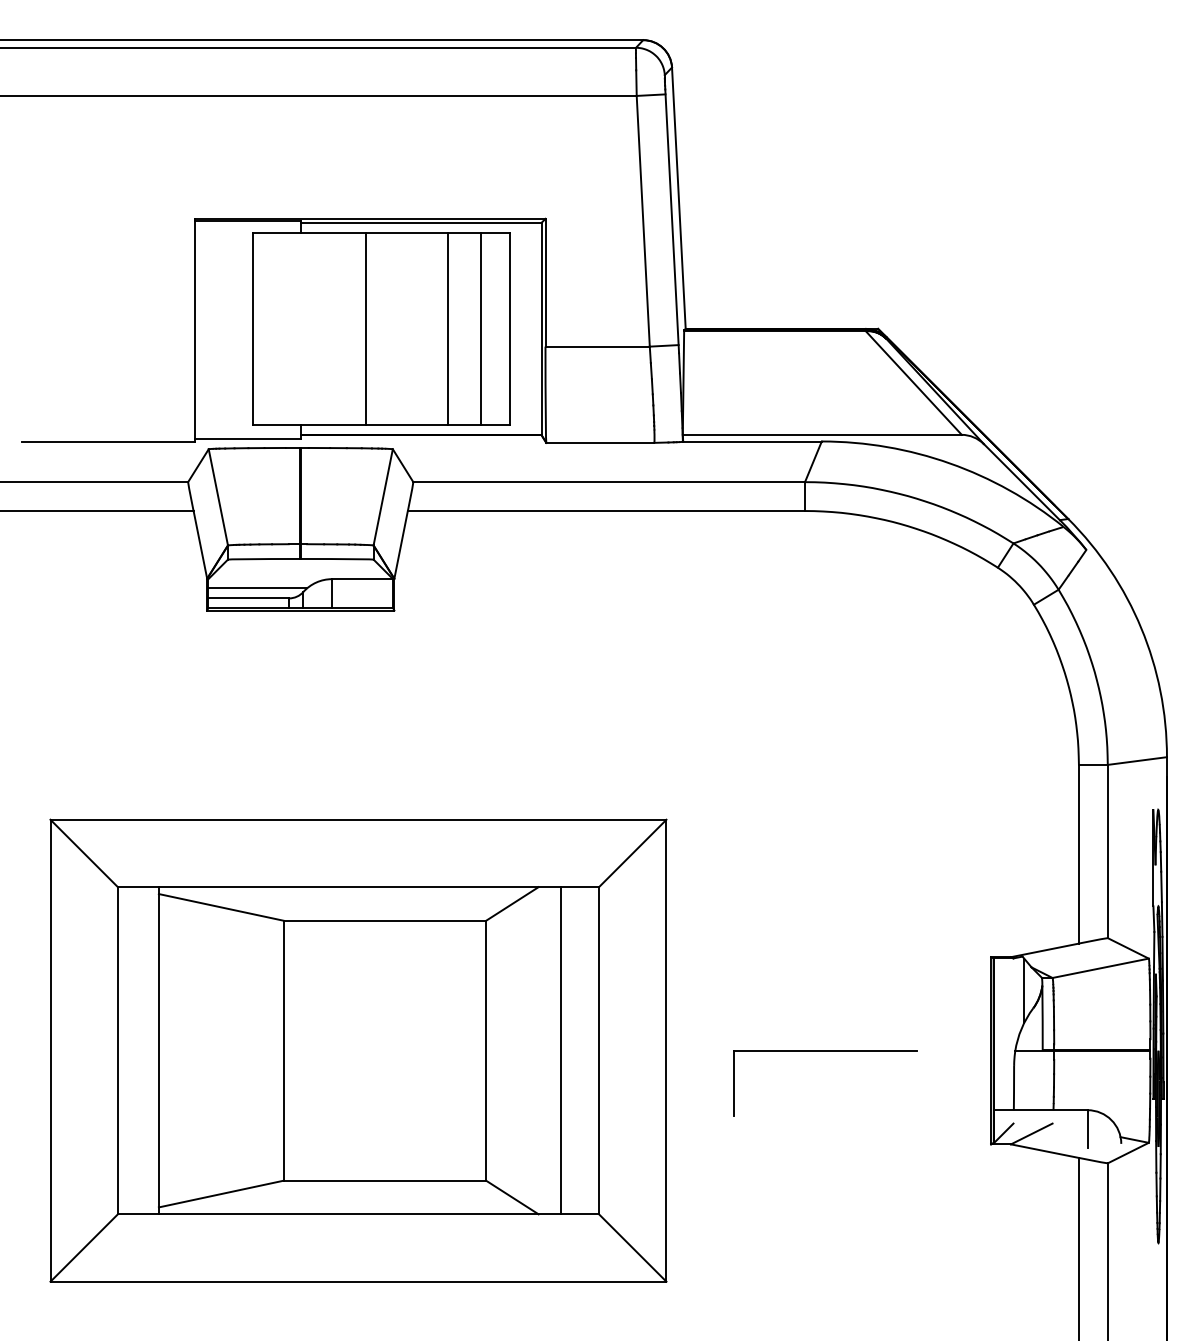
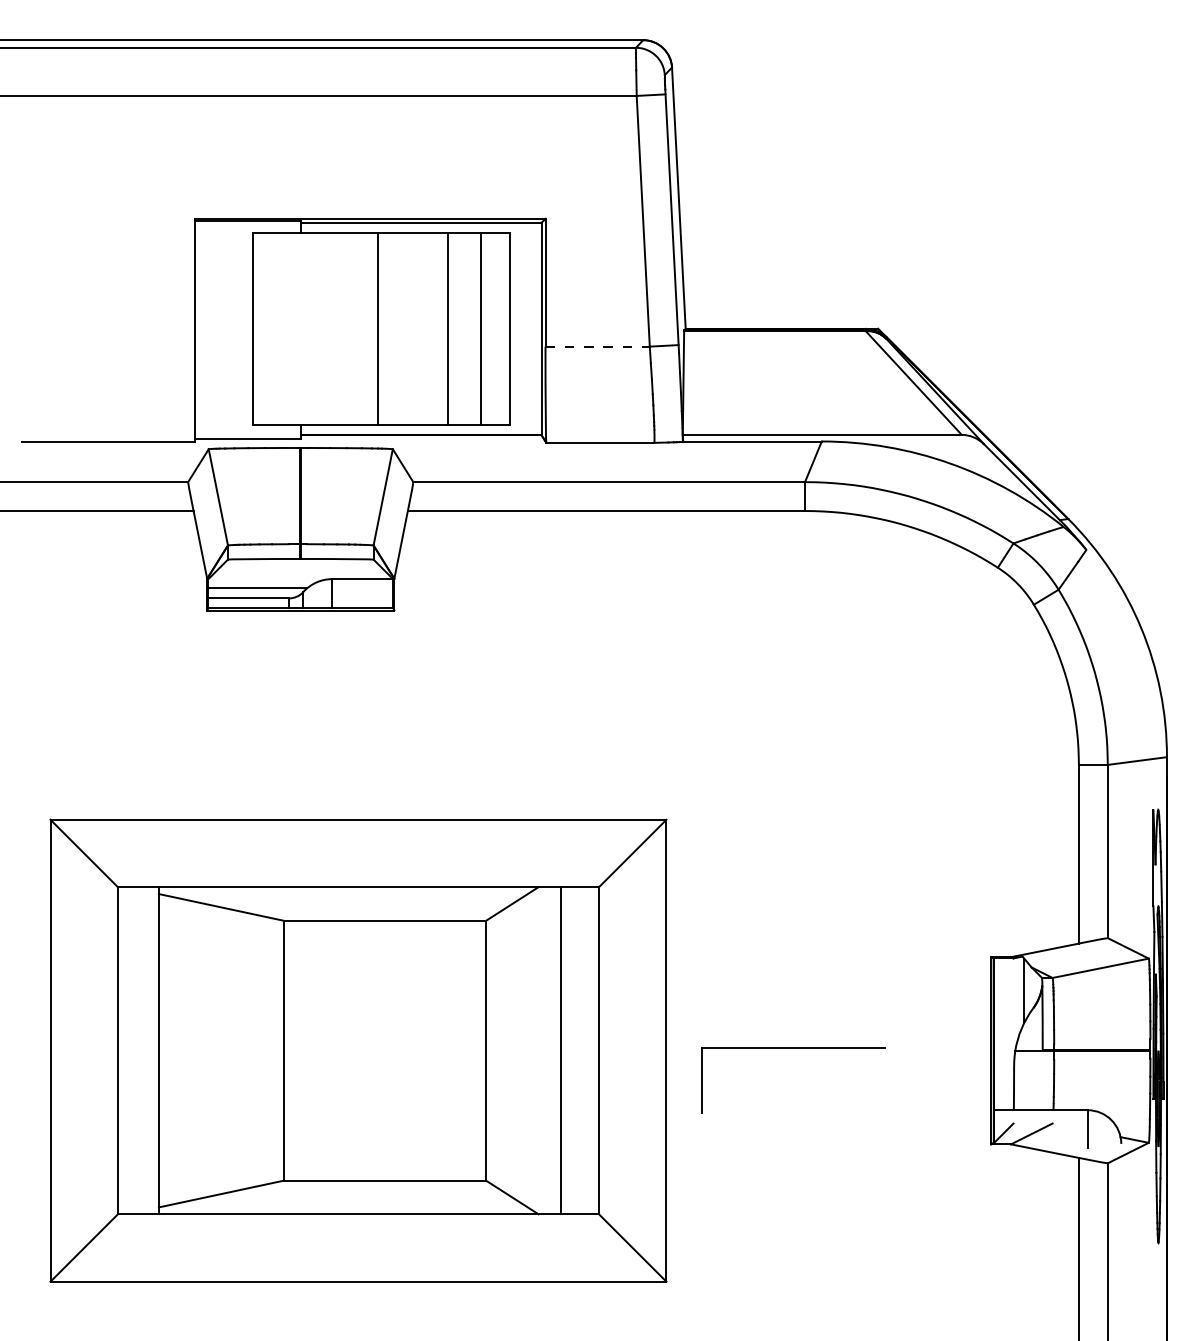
line at (365, 328) position: (365, 328) -> (377, 328)
line at (598, 346): solid -> dashed
part at (825, 1051) position: (825, 1051) -> (793, 1048)
